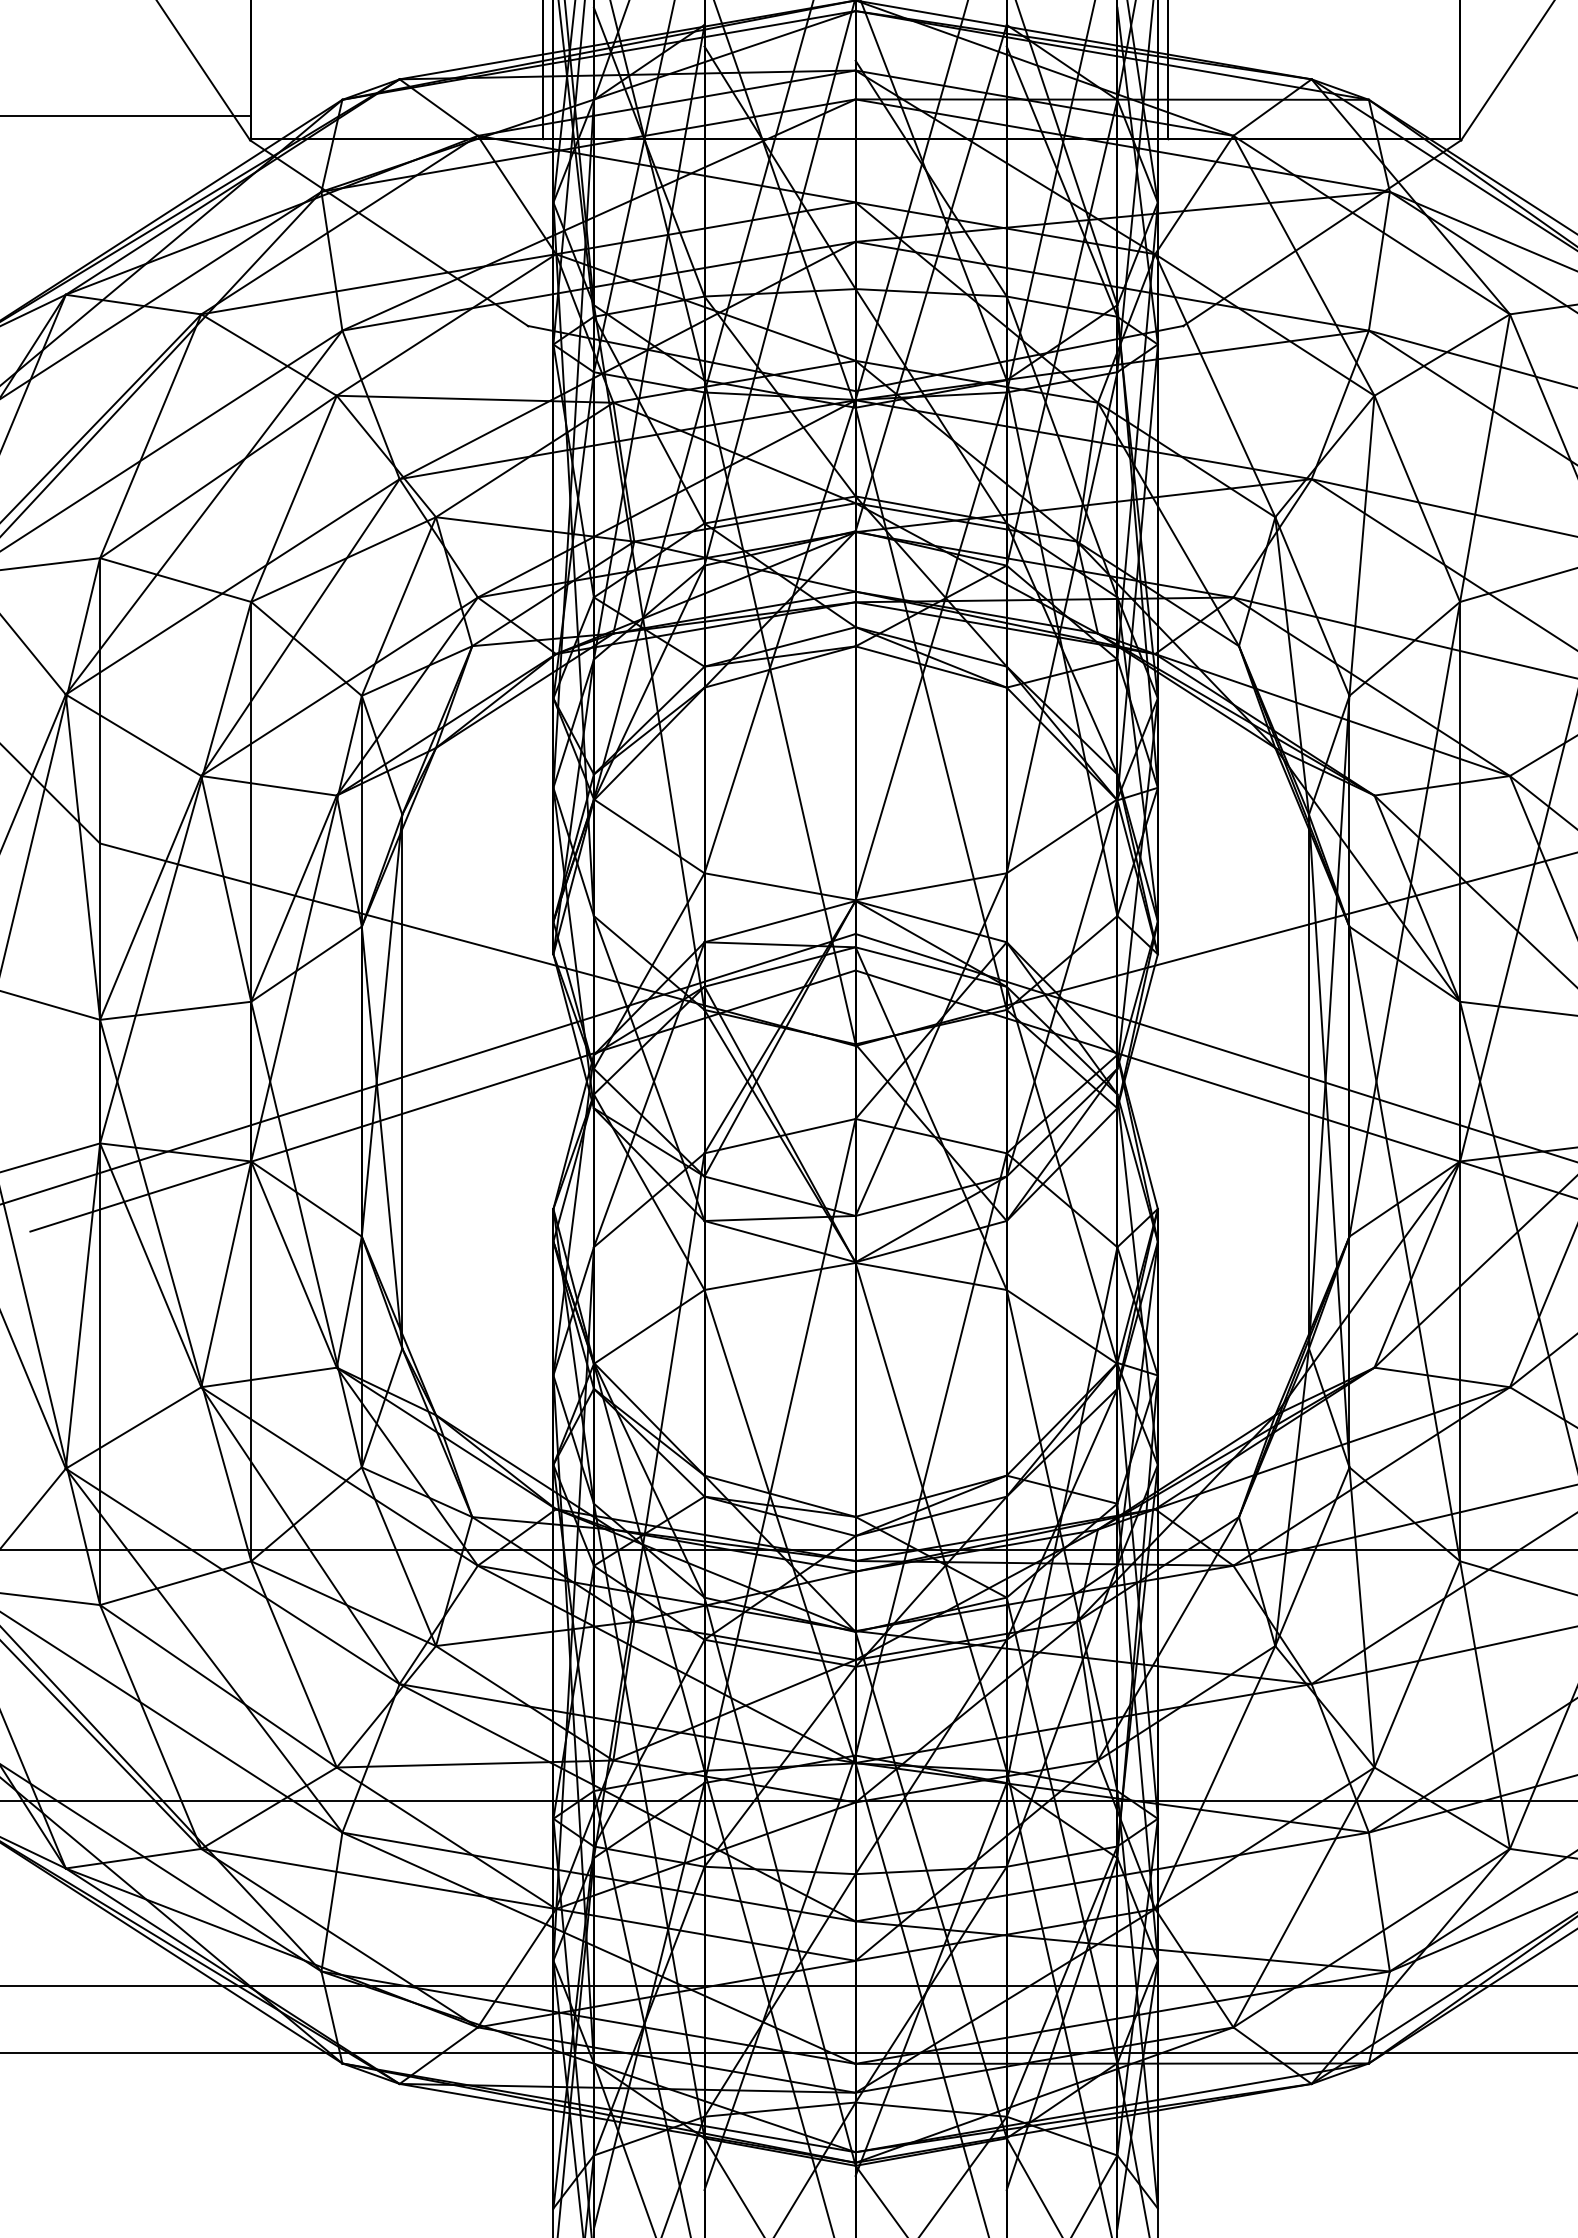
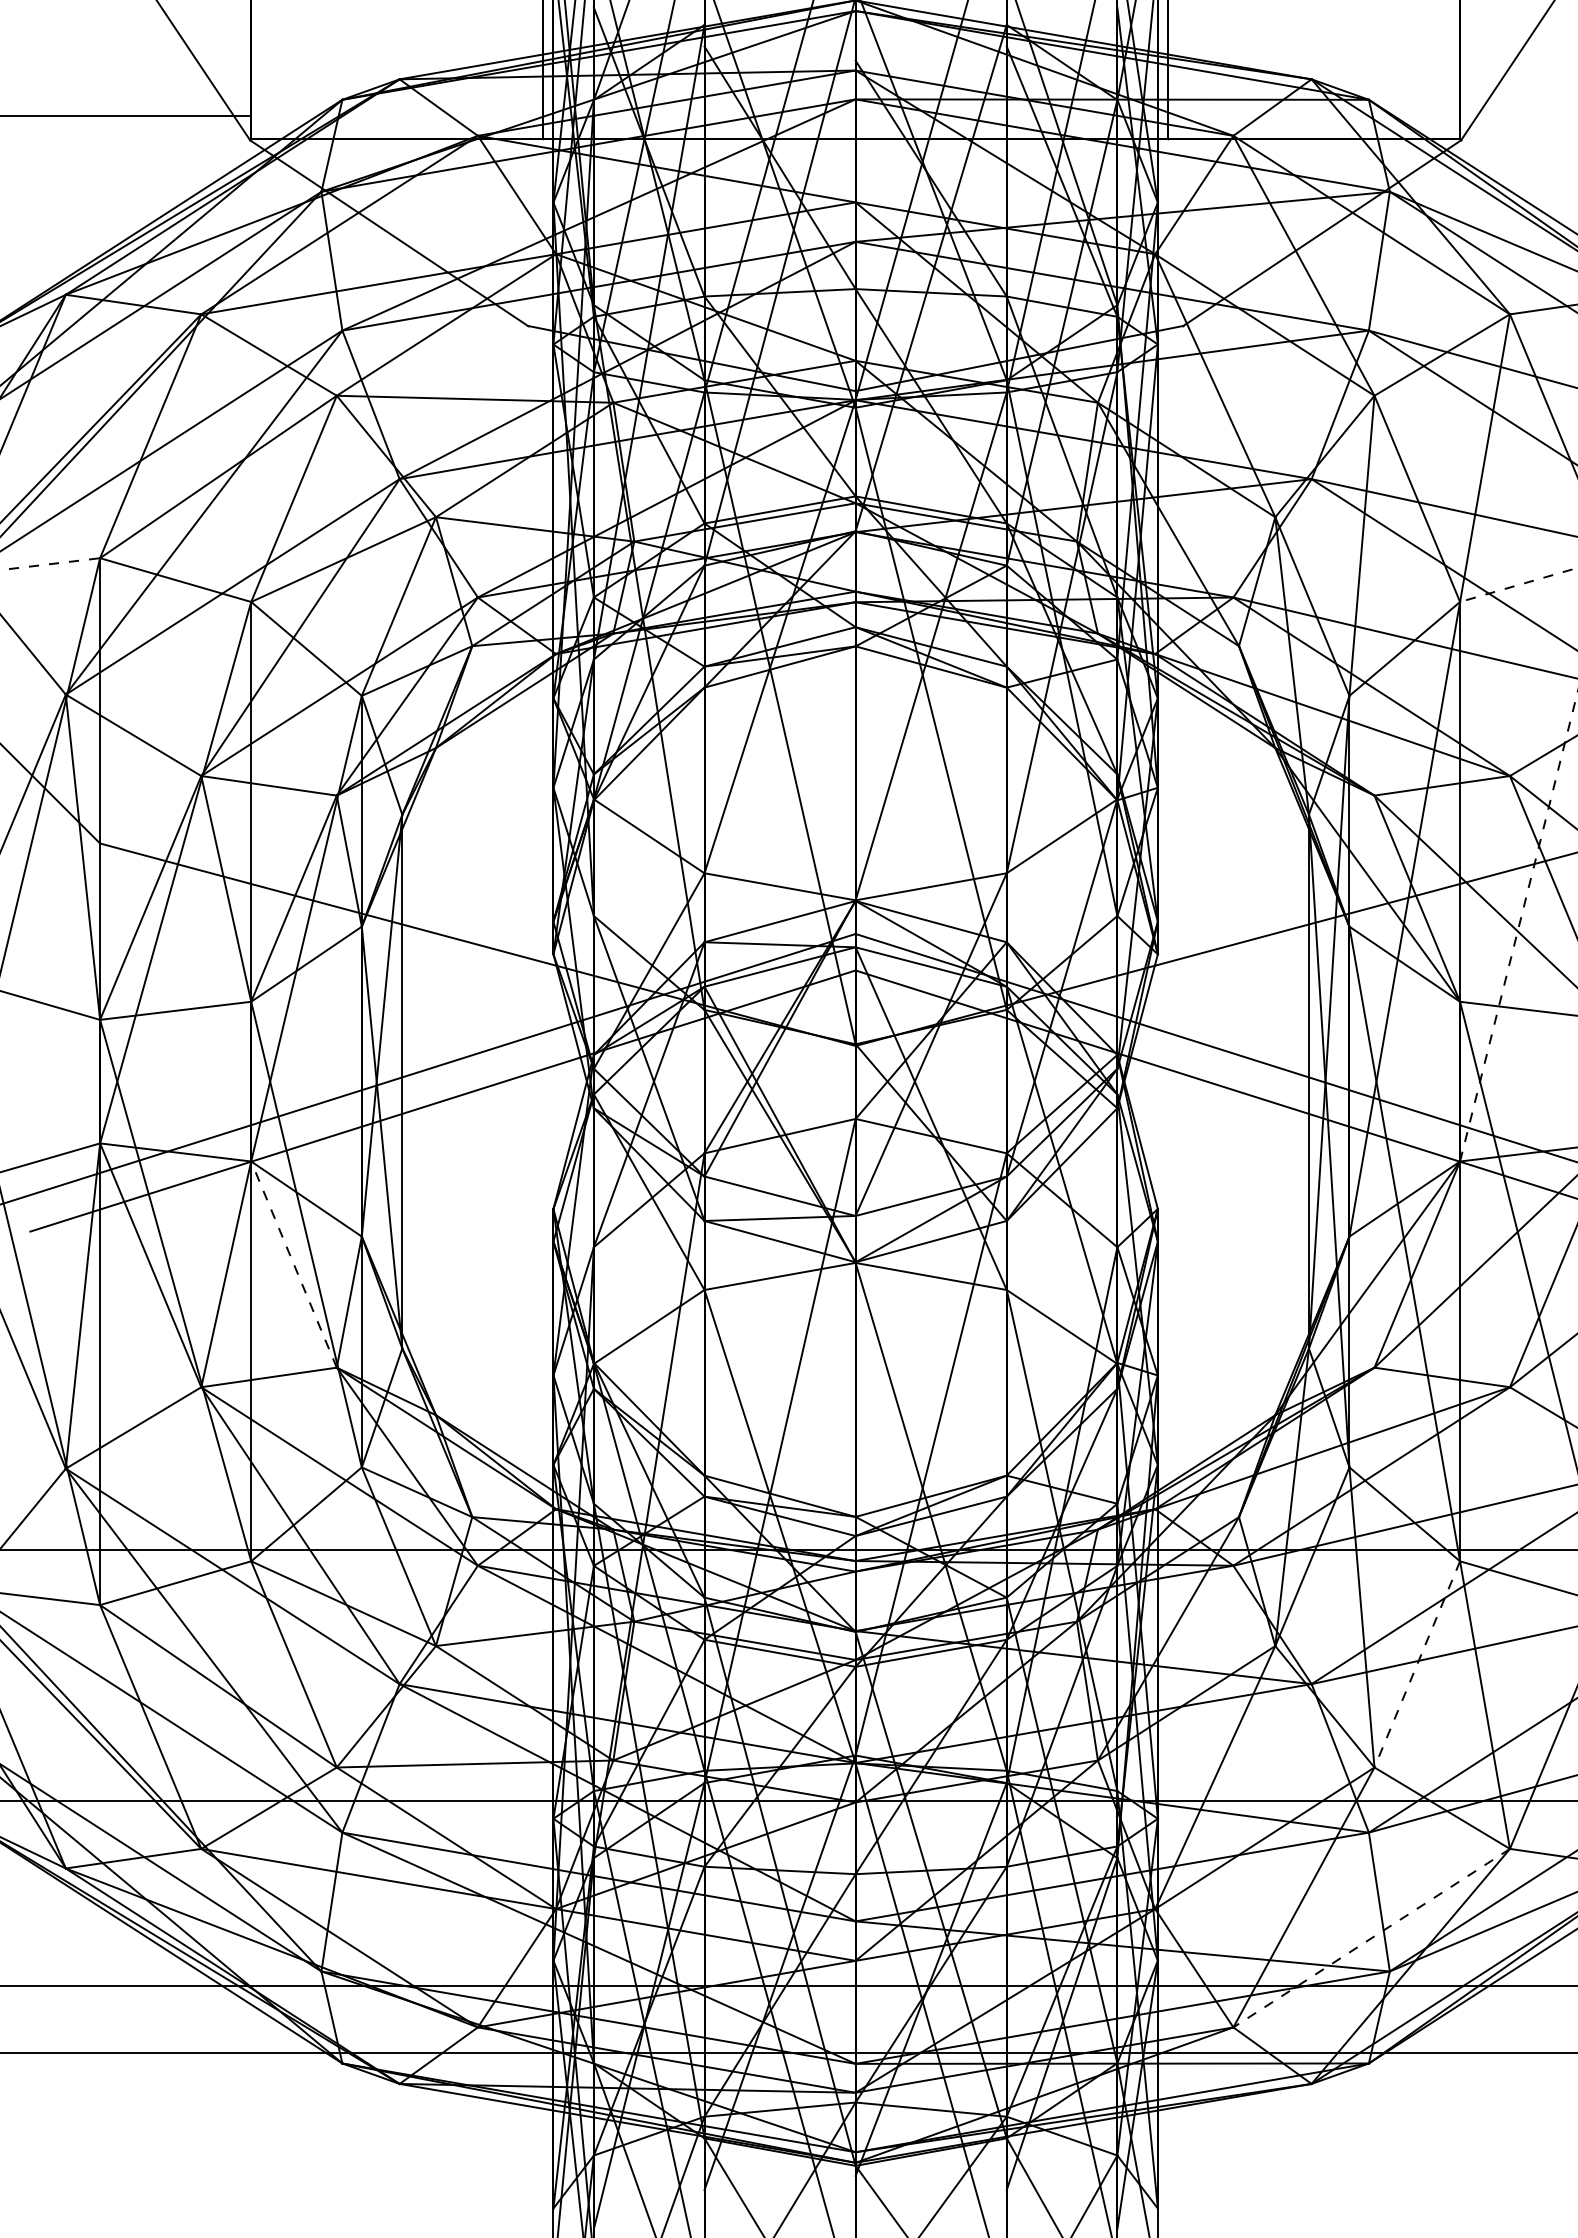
line at (50, 564): solid -> dashed
line at (1518, 585): solid -> dashed
line at (1519, 925): solid -> dashed
line at (294, 1264): solid -> dashed
line at (1417, 1664): solid -> dashed
line at (1371, 1938): solid -> dashed
